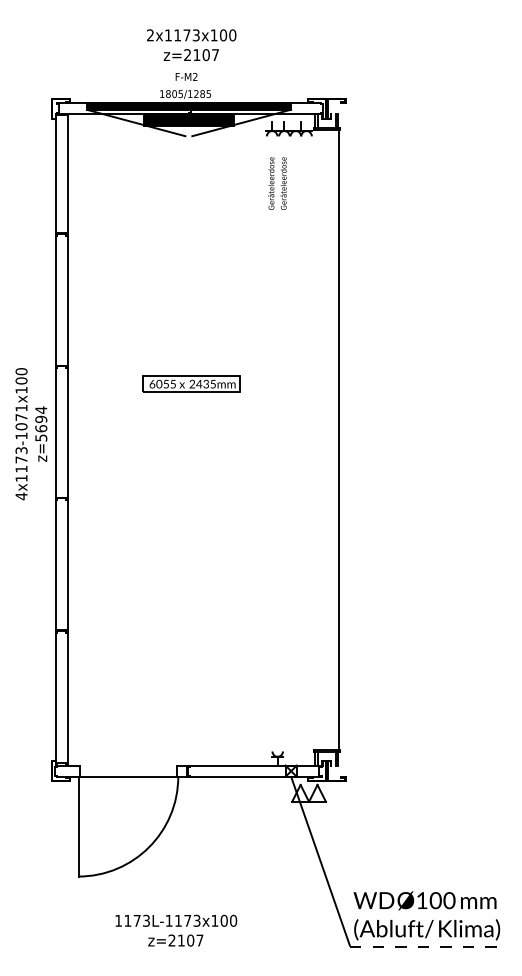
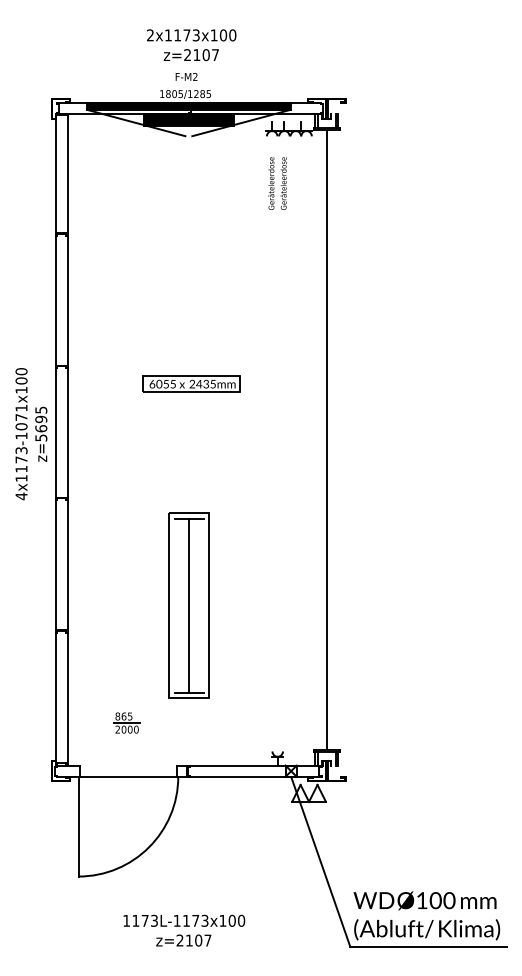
text at (41, 409): z=5694 -> z=5695
line at (338, 439) position: (338, 439) -> (326, 439)
part at (188, 605): none -> present
part at (126, 722): none -> present
text at (176, 930) position: (176, 930) -> (184, 930)
line at (428, 946): dashed -> solid
